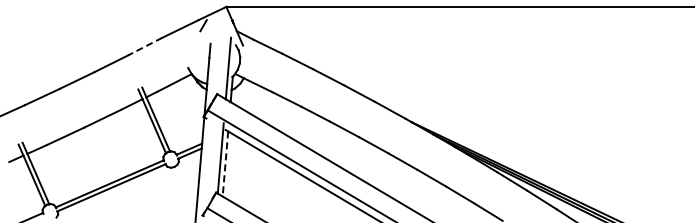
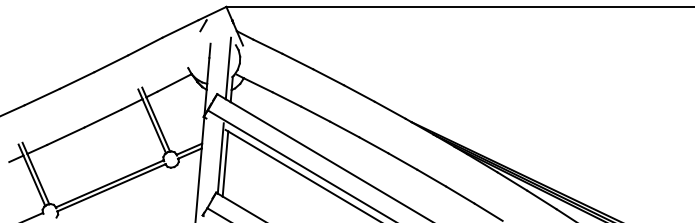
line at (144, 46): dashed -> solid
line at (225, 163): dashed -> solid
